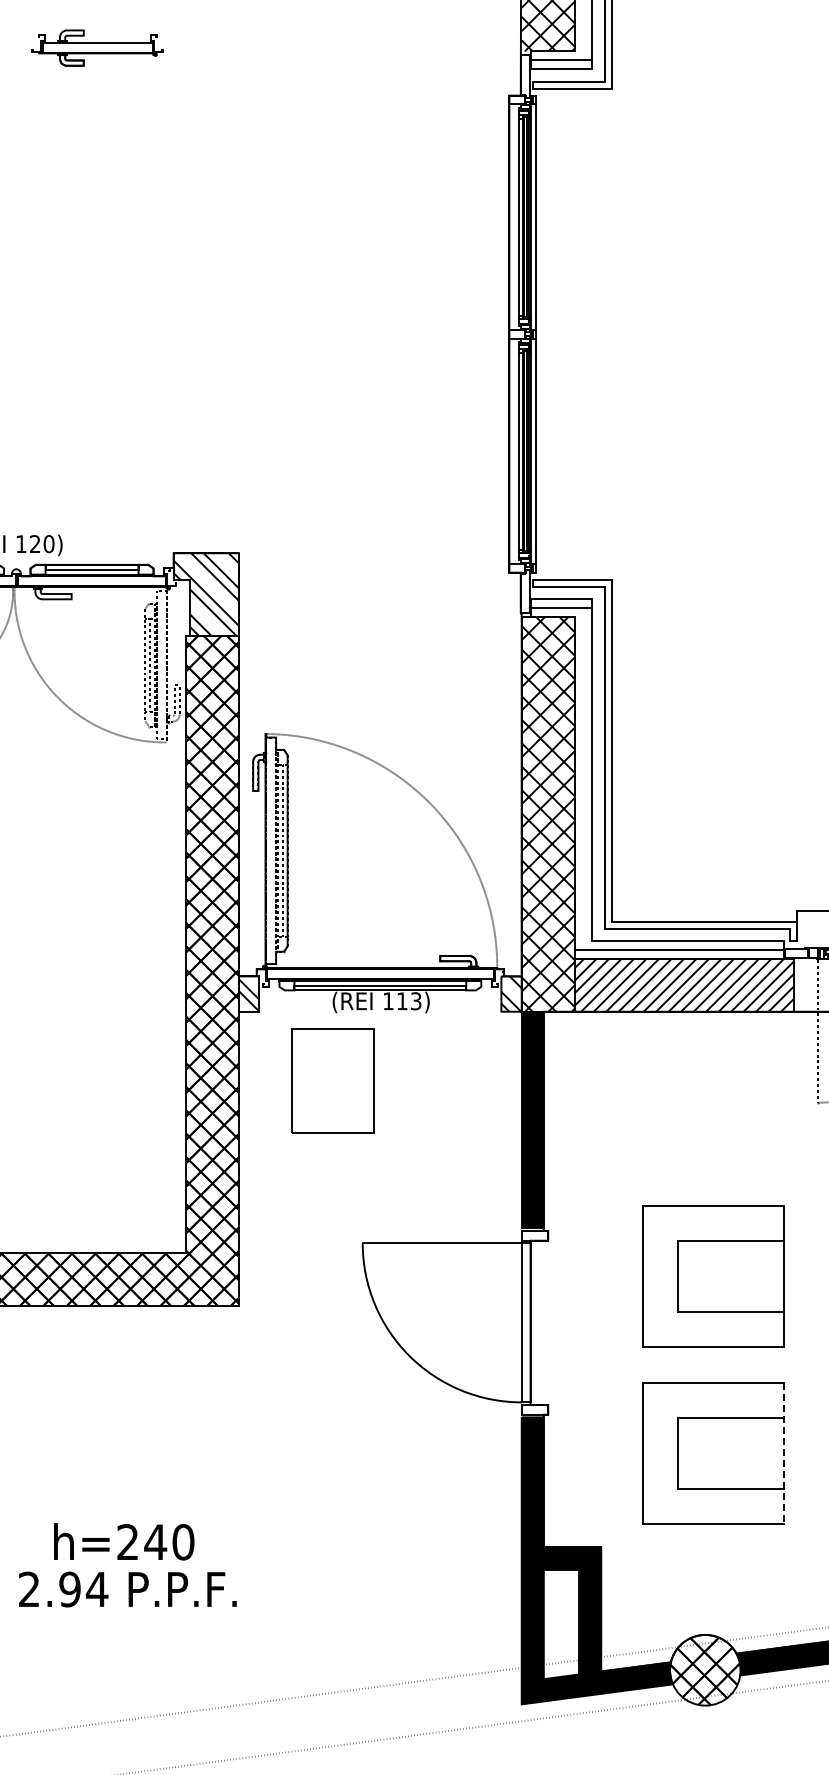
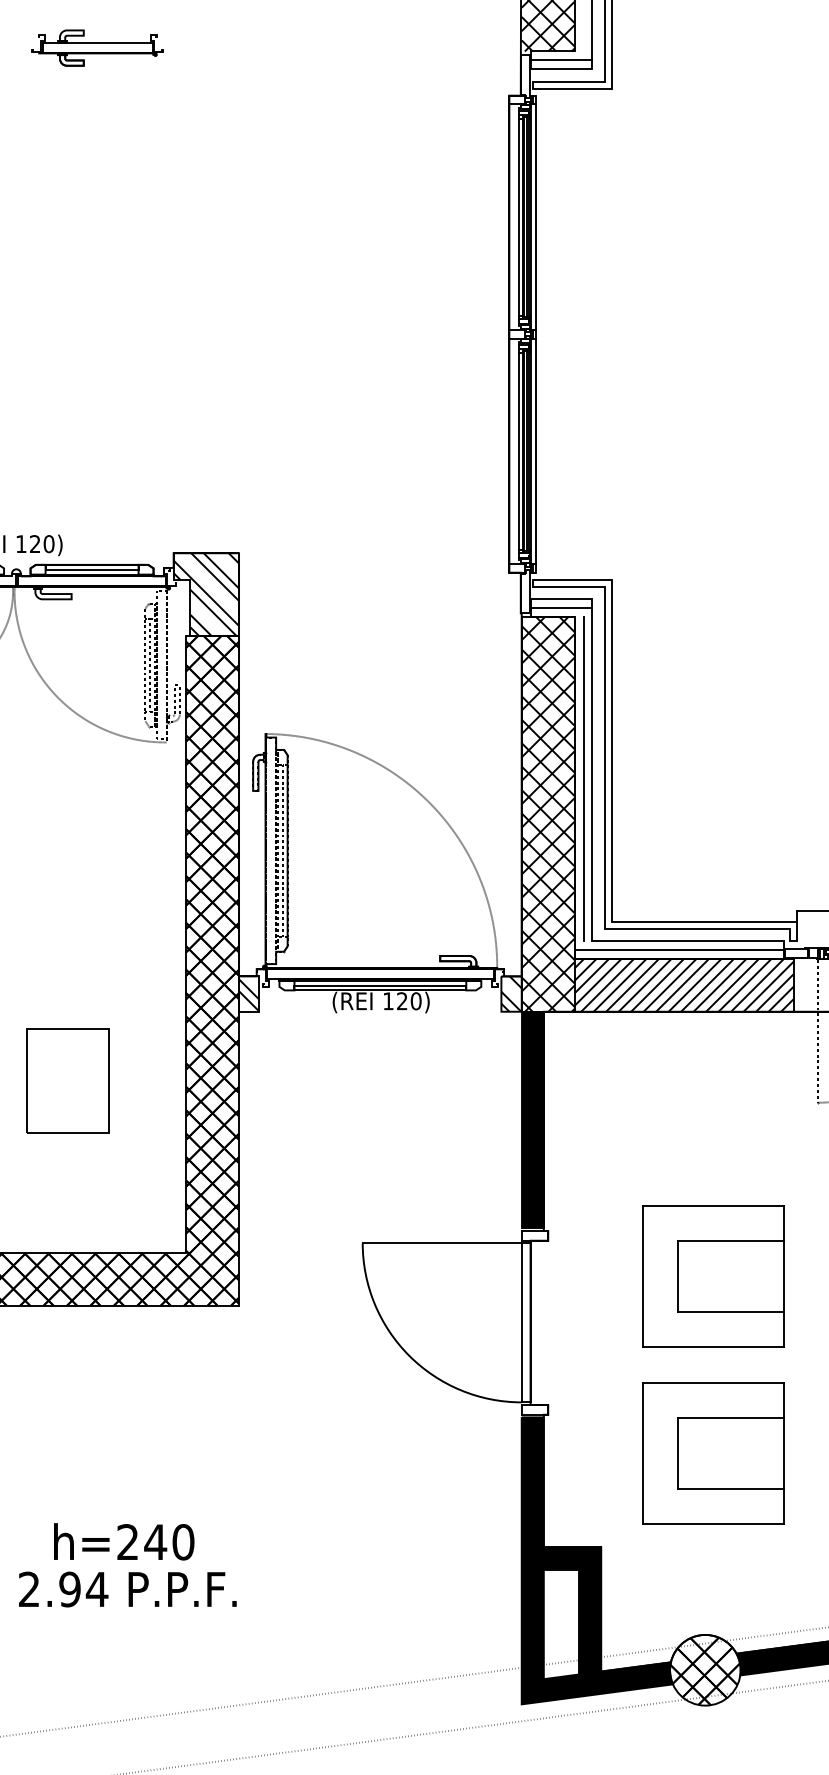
line at (583, 778): none -> present
text at (409, 1001): 113) -> 120)
part at (332, 1080) position: (332, 1080) -> (67, 1080)
line at (784, 1453): dashed -> solid
